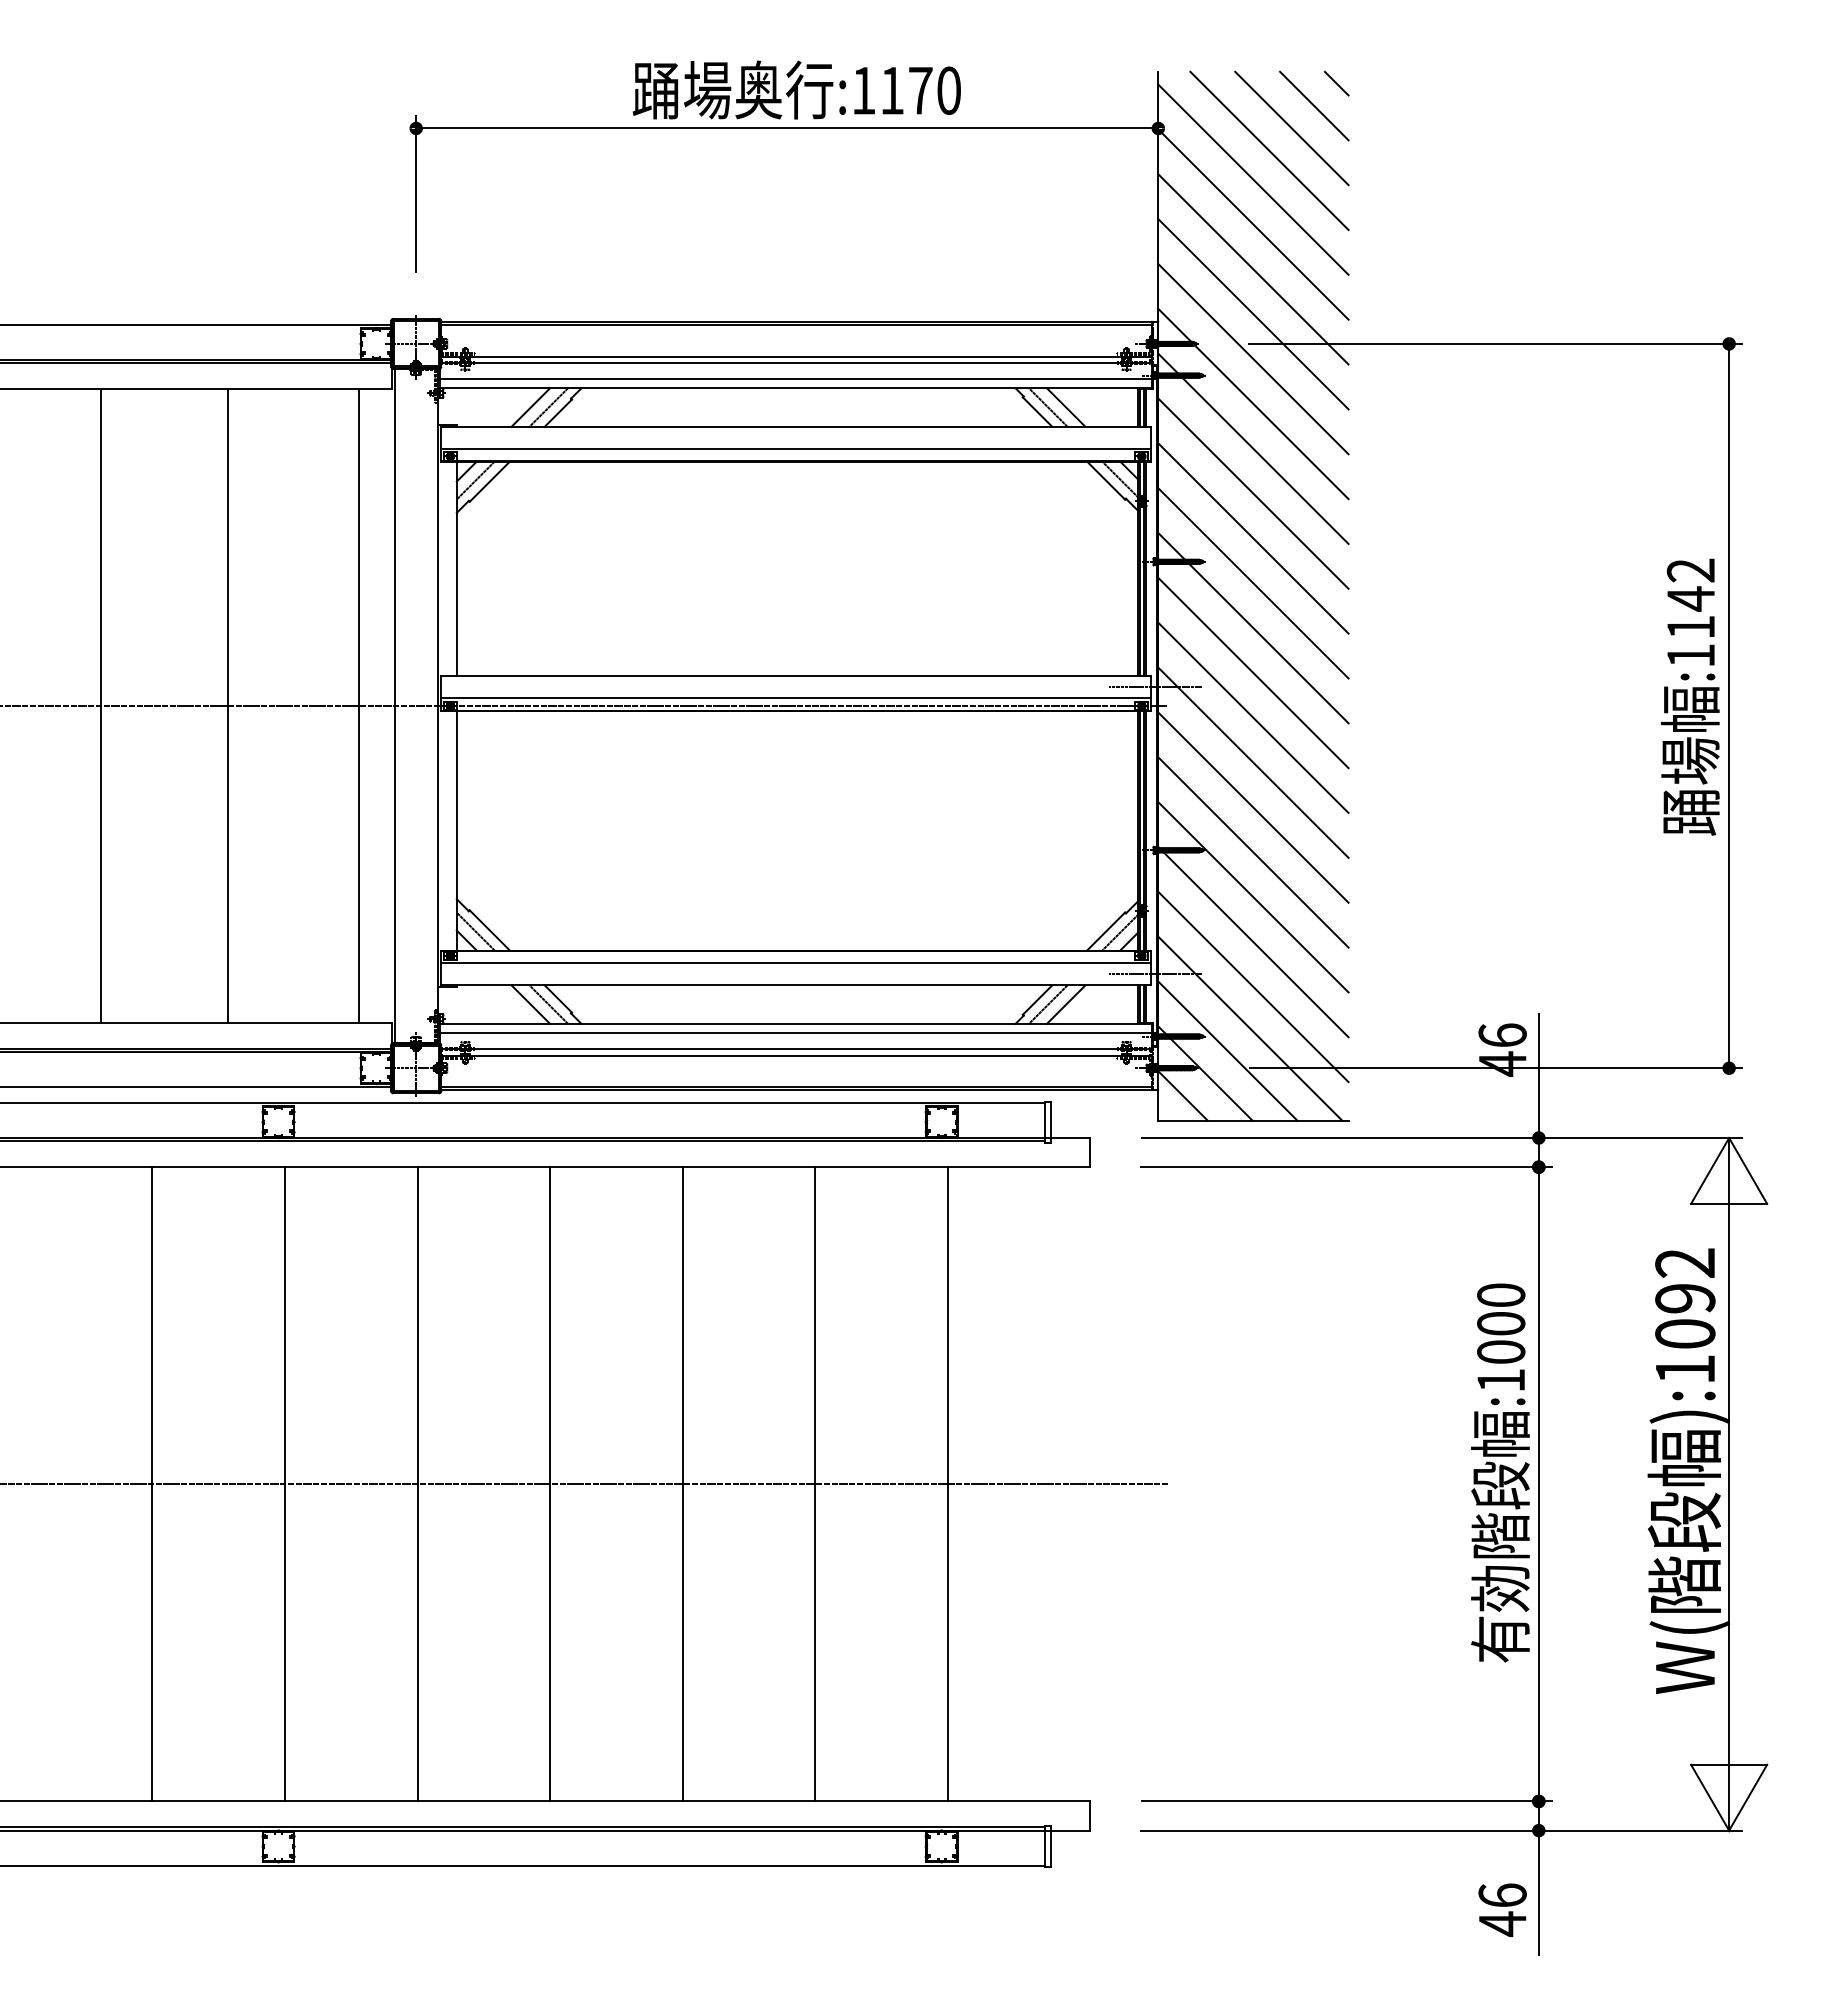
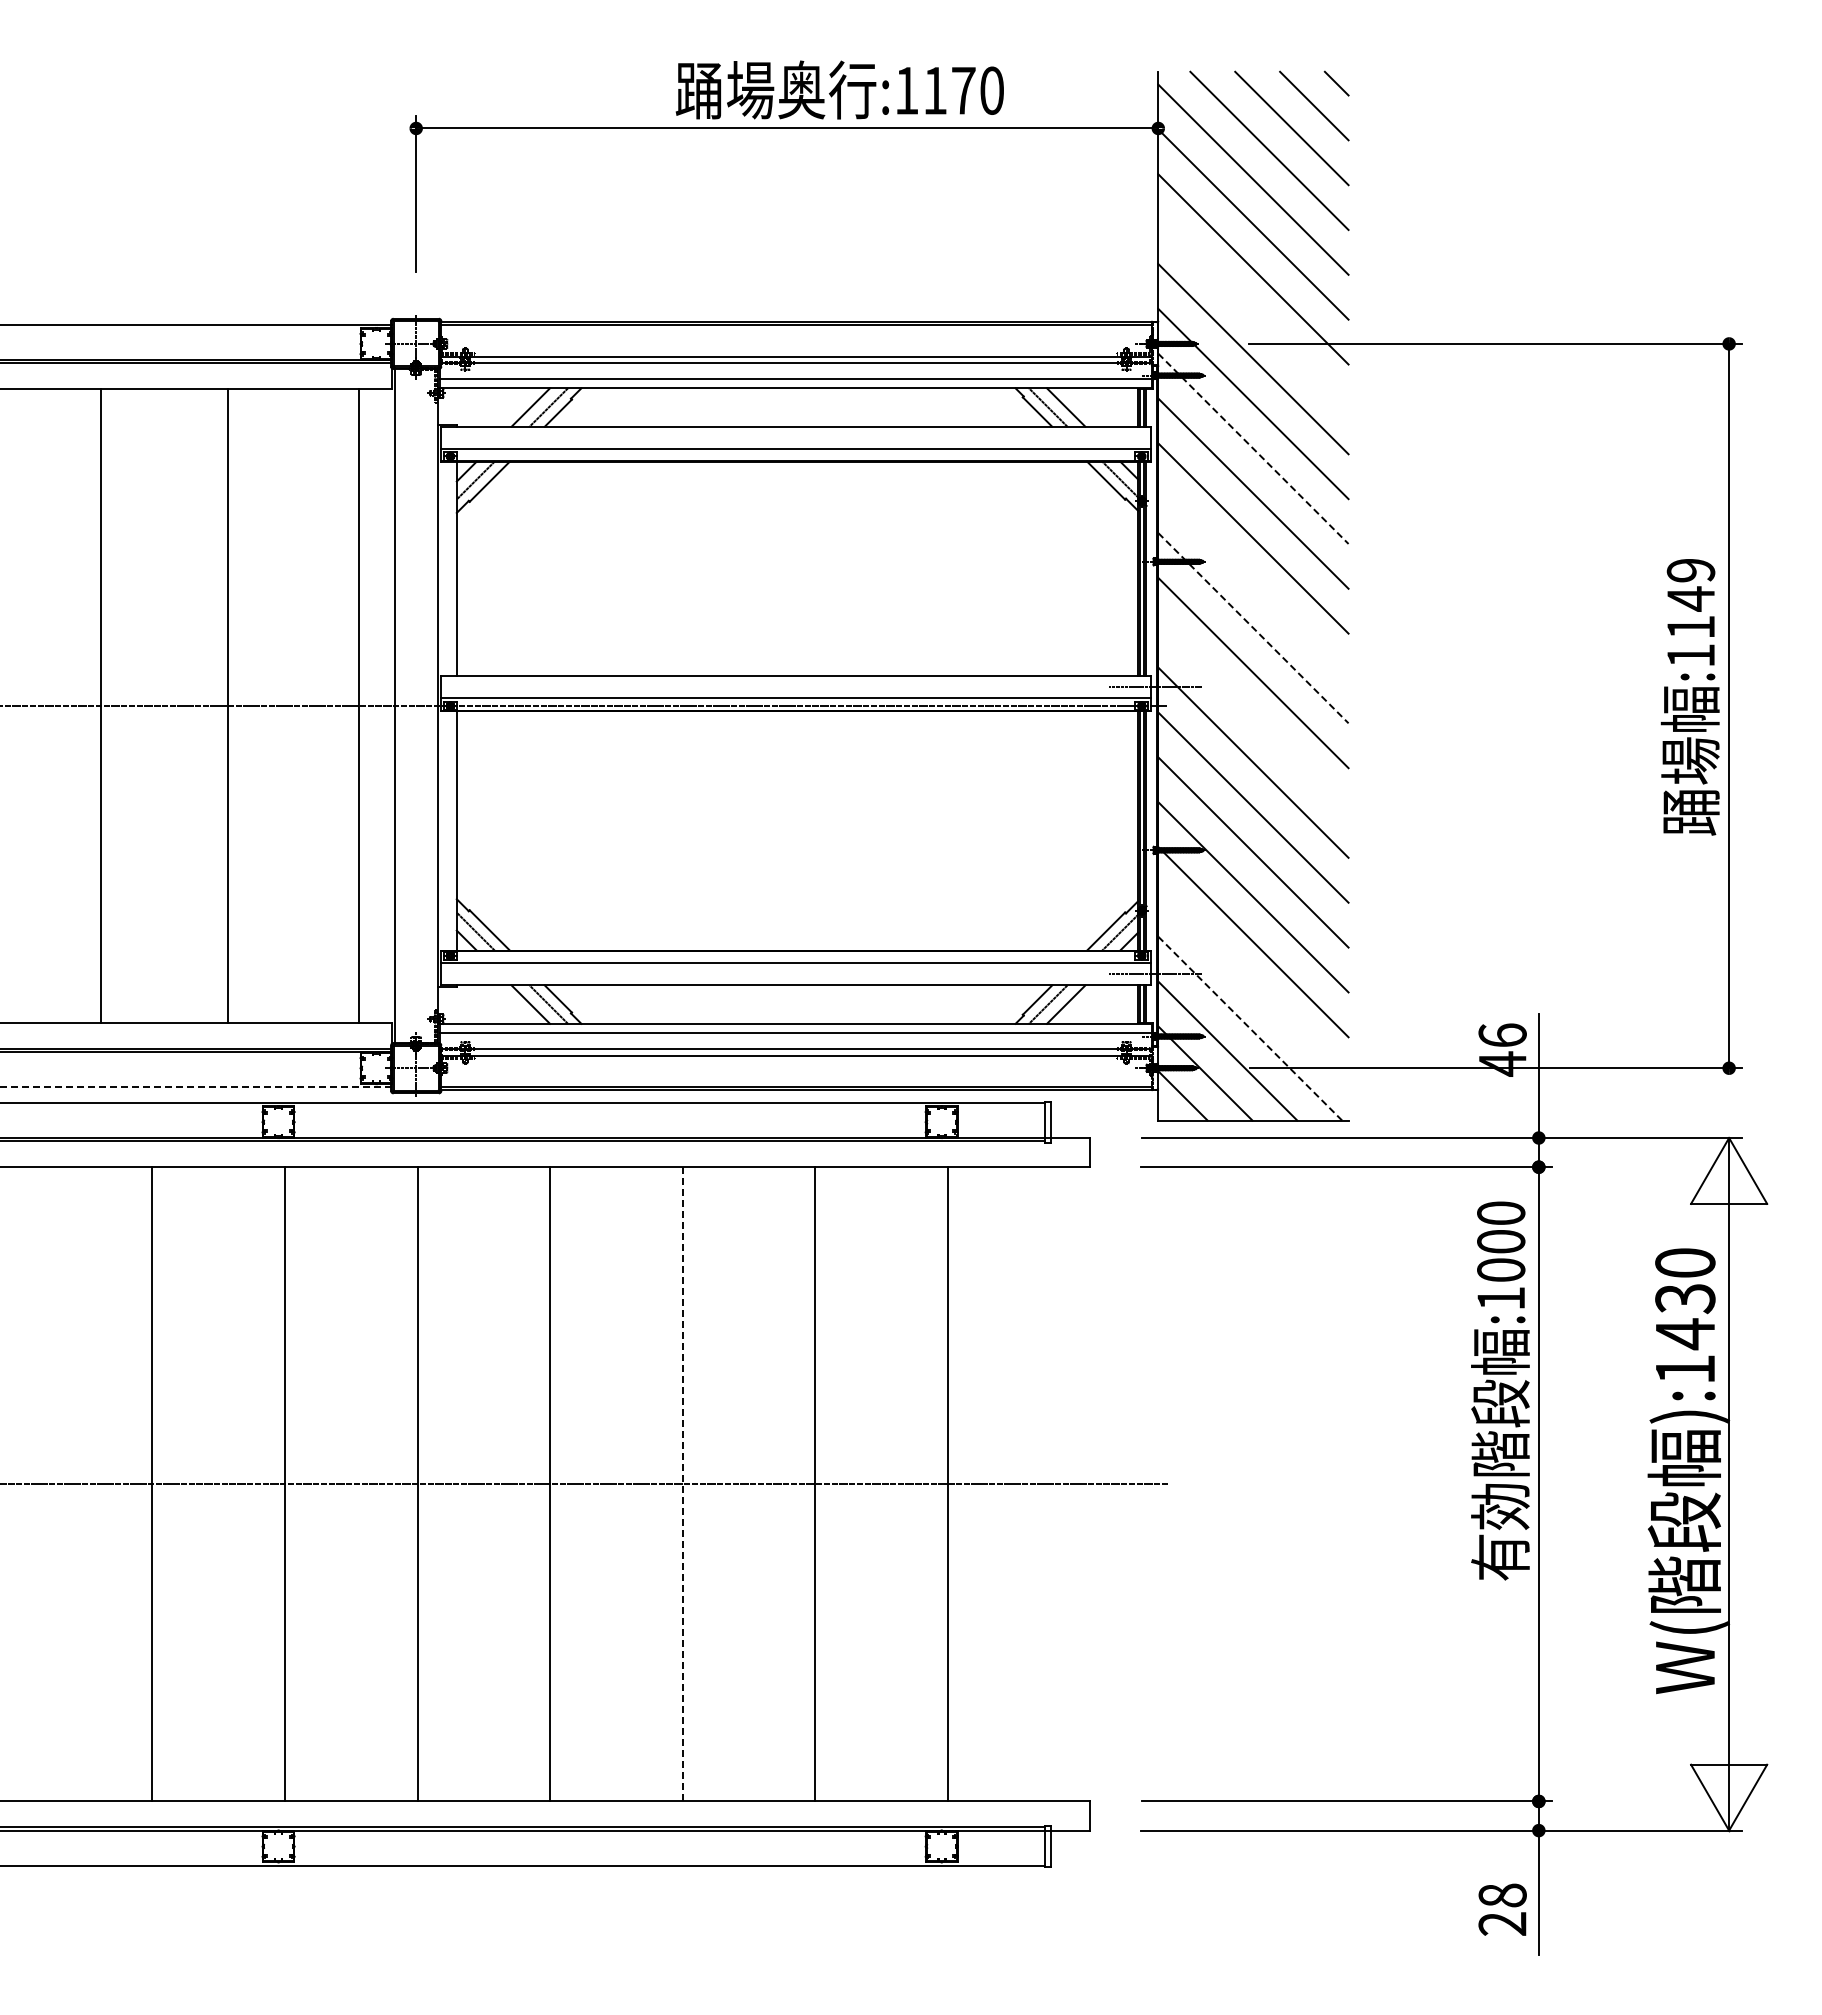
text at (796, 89) position: (796, 89) -> (839, 89)
line at (1253, 314): present -> none
line at (1253, 448): solid -> dashed
text at (1691, 570): :1142 -> :1149
line at (1253, 583): present -> none
line at (1253, 628): solid -> dashed
line at (1253, 717): present -> none
line at (1253, 986): present -> none
line at (1250, 1028): solid -> dashed
line at (196, 1087): solid -> dashed
text at (1685, 1299): ):1092 -> ):1430
text at (1500, 1472) position: (1500, 1472) -> (1500, 1390)
line at (682, 1483): solid -> dashed
text at (1502, 1910): 46 -> 28
